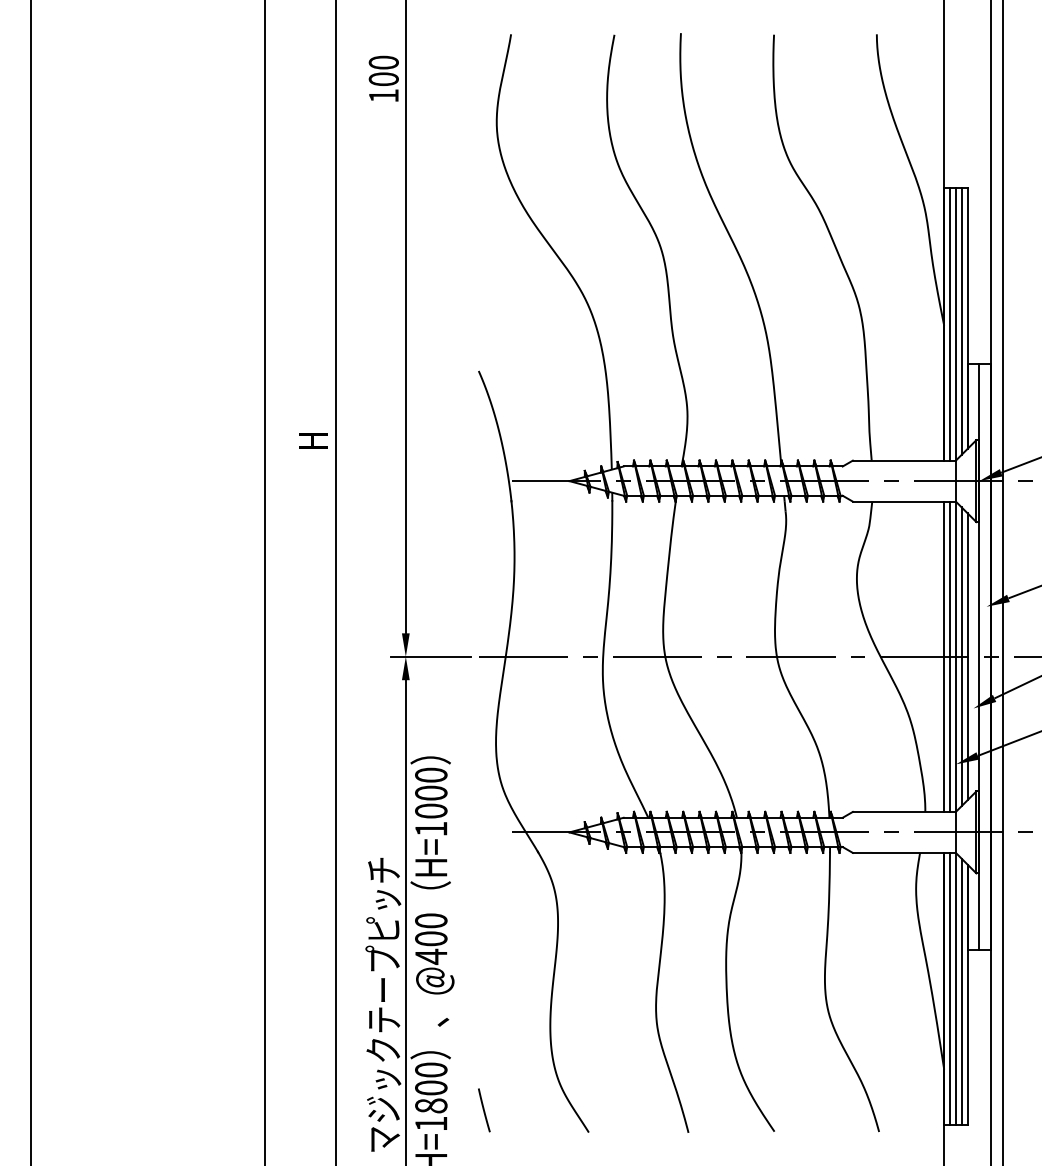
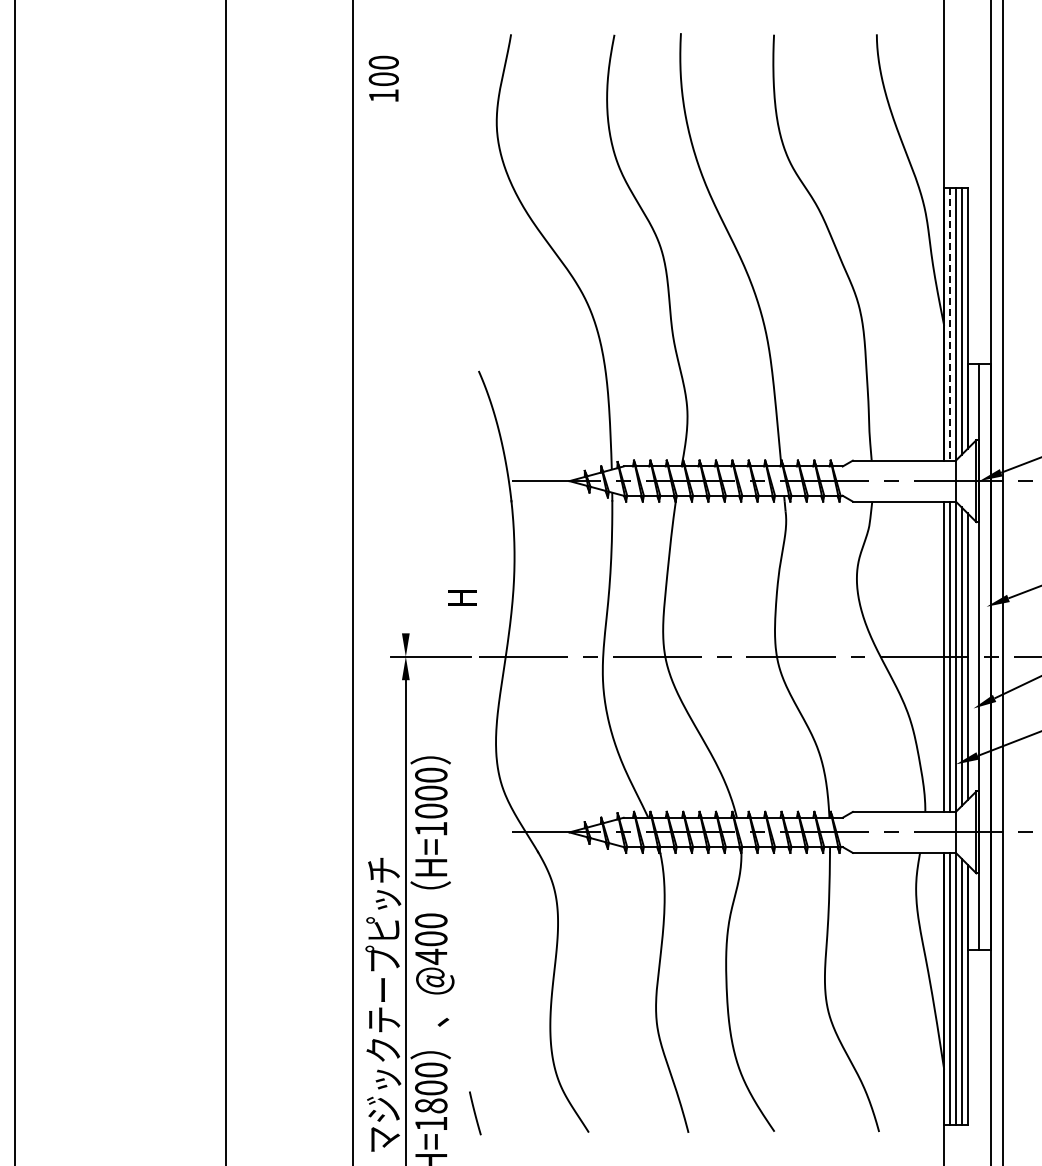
line at (405, 317): present -> none
line at (950, 325): solid -> dashed
text at (313, 440) position: (313, 440) -> (462, 597)
line at (31, 582) position: (31, 582) -> (15, 582)
line at (265, 582) position: (265, 582) -> (226, 582)
line at (335, 582) position: (335, 582) -> (352, 582)
line at (484, 1110) position: (484, 1110) -> (475, 1113)
